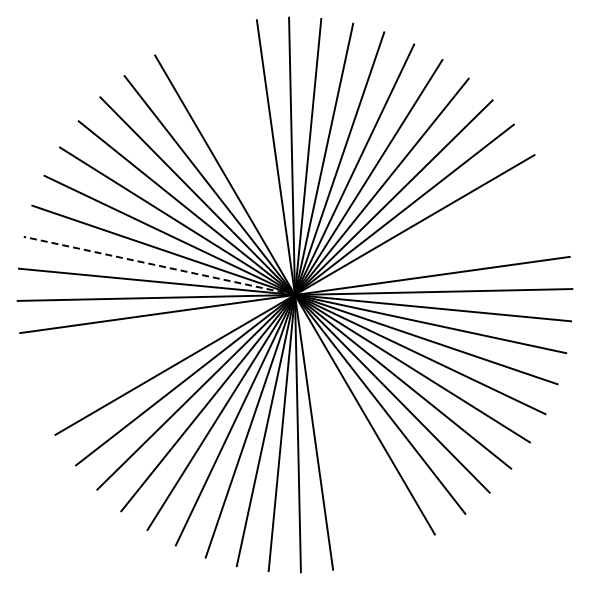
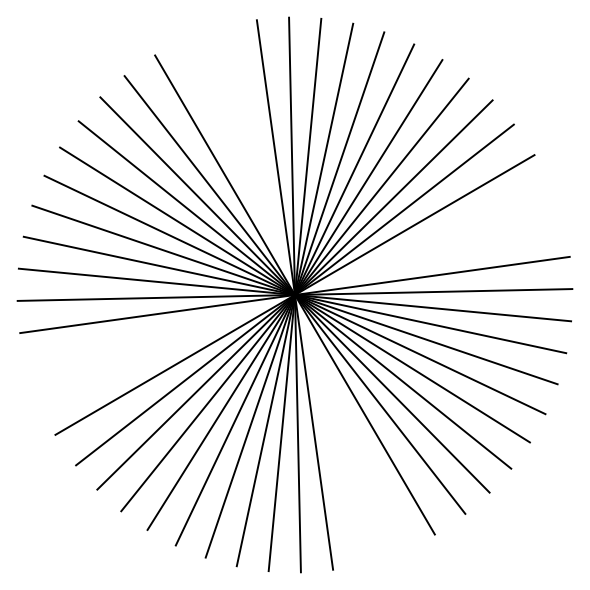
line at (159, 265): dashed -> solid
